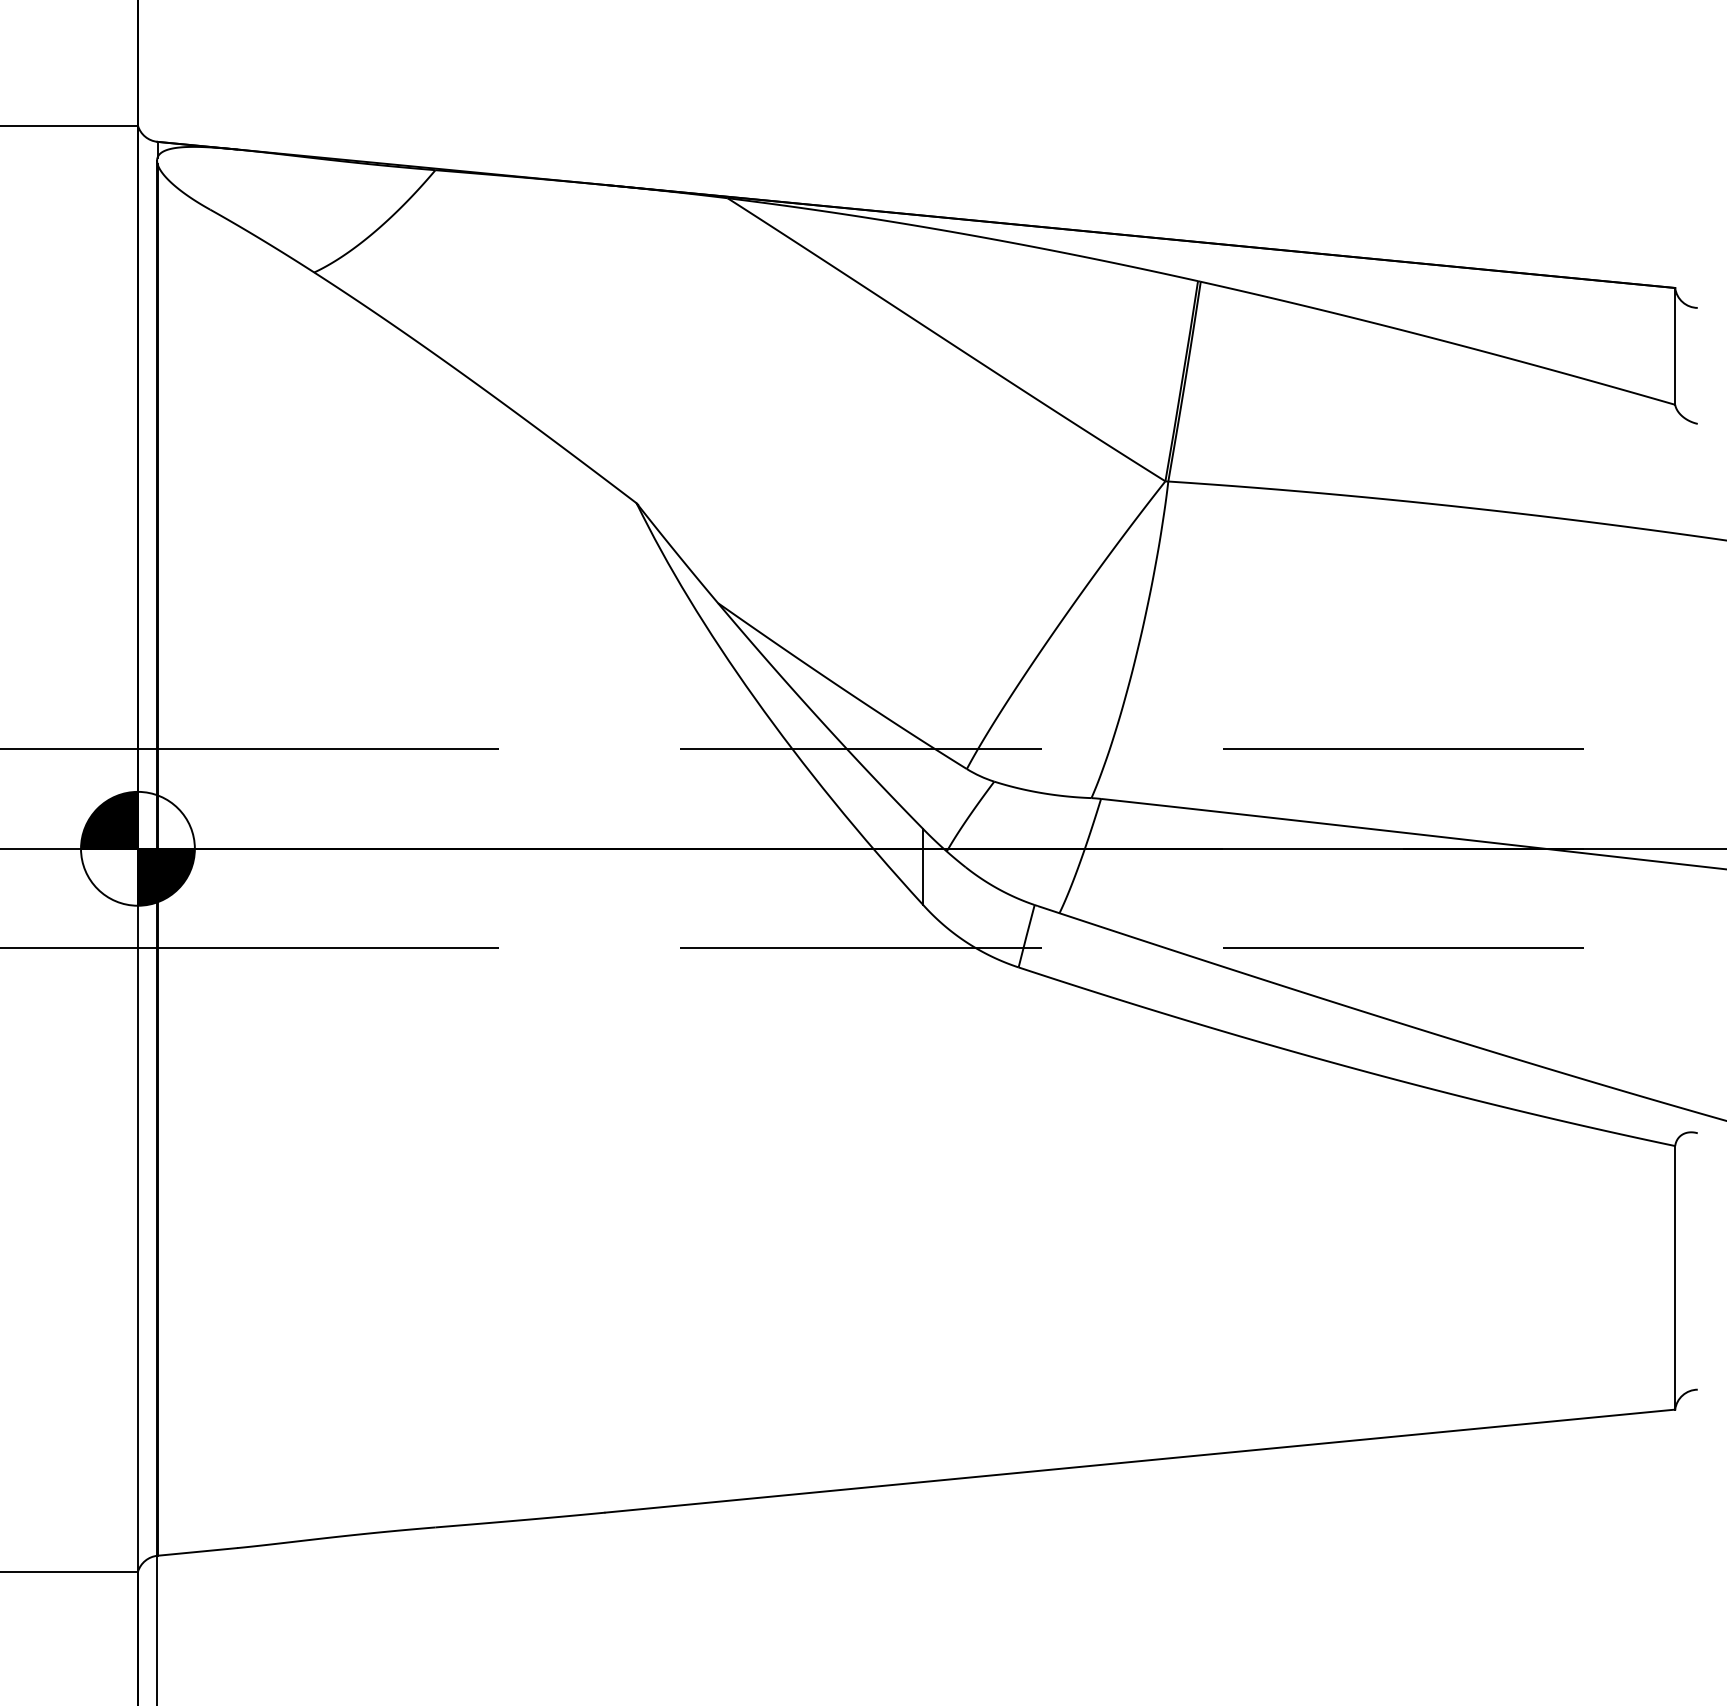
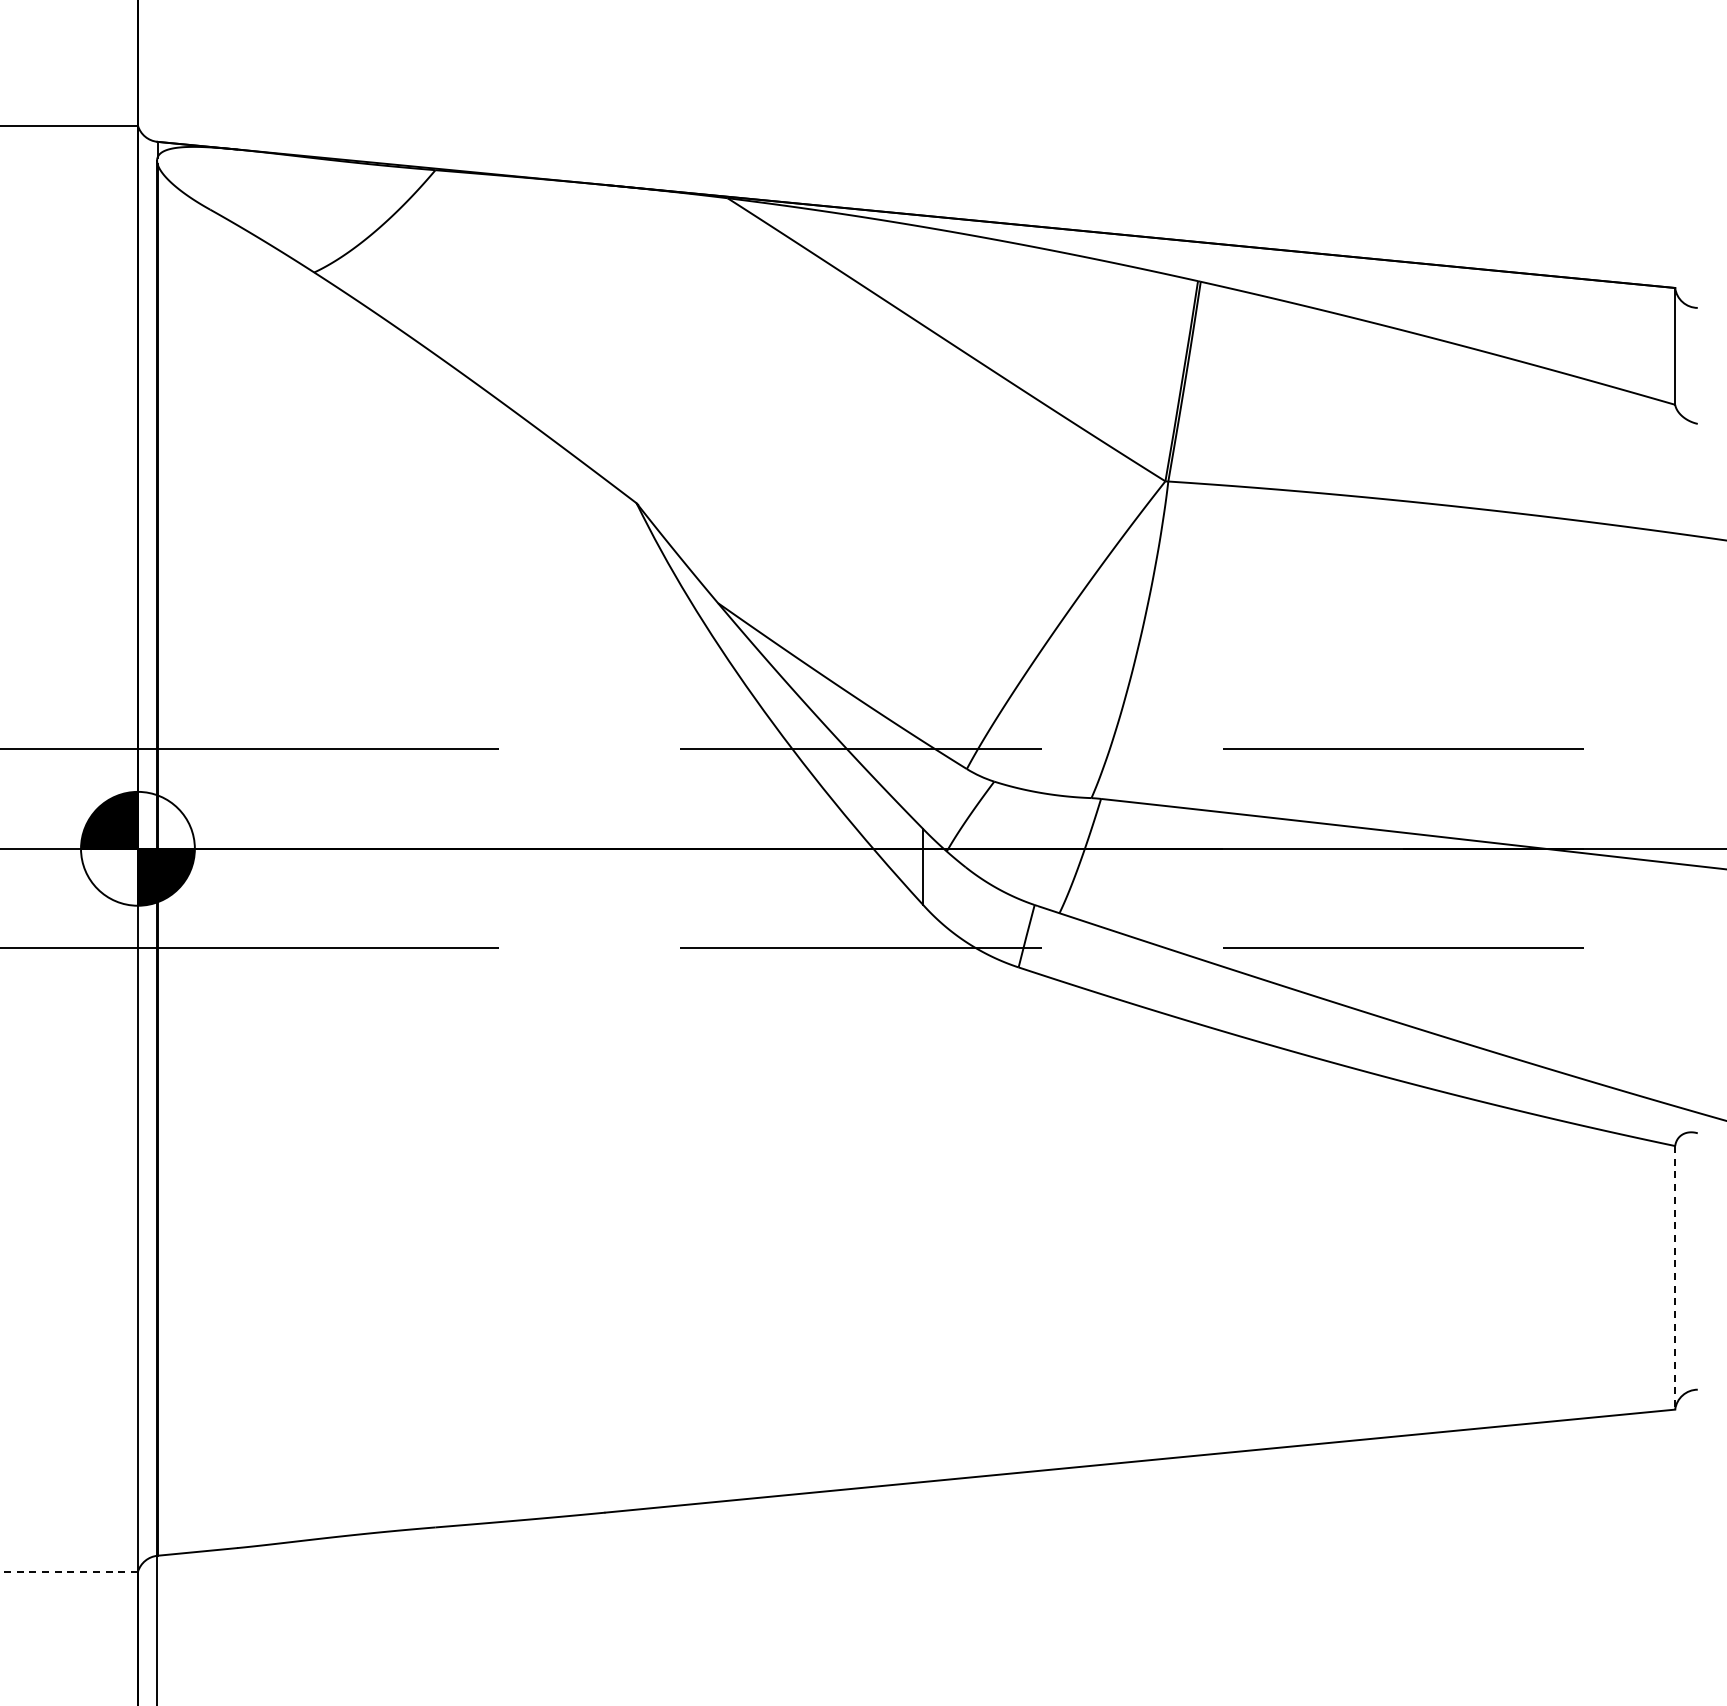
line at (1675, 1277): solid -> dashed
line at (68, 1571): solid -> dashed
